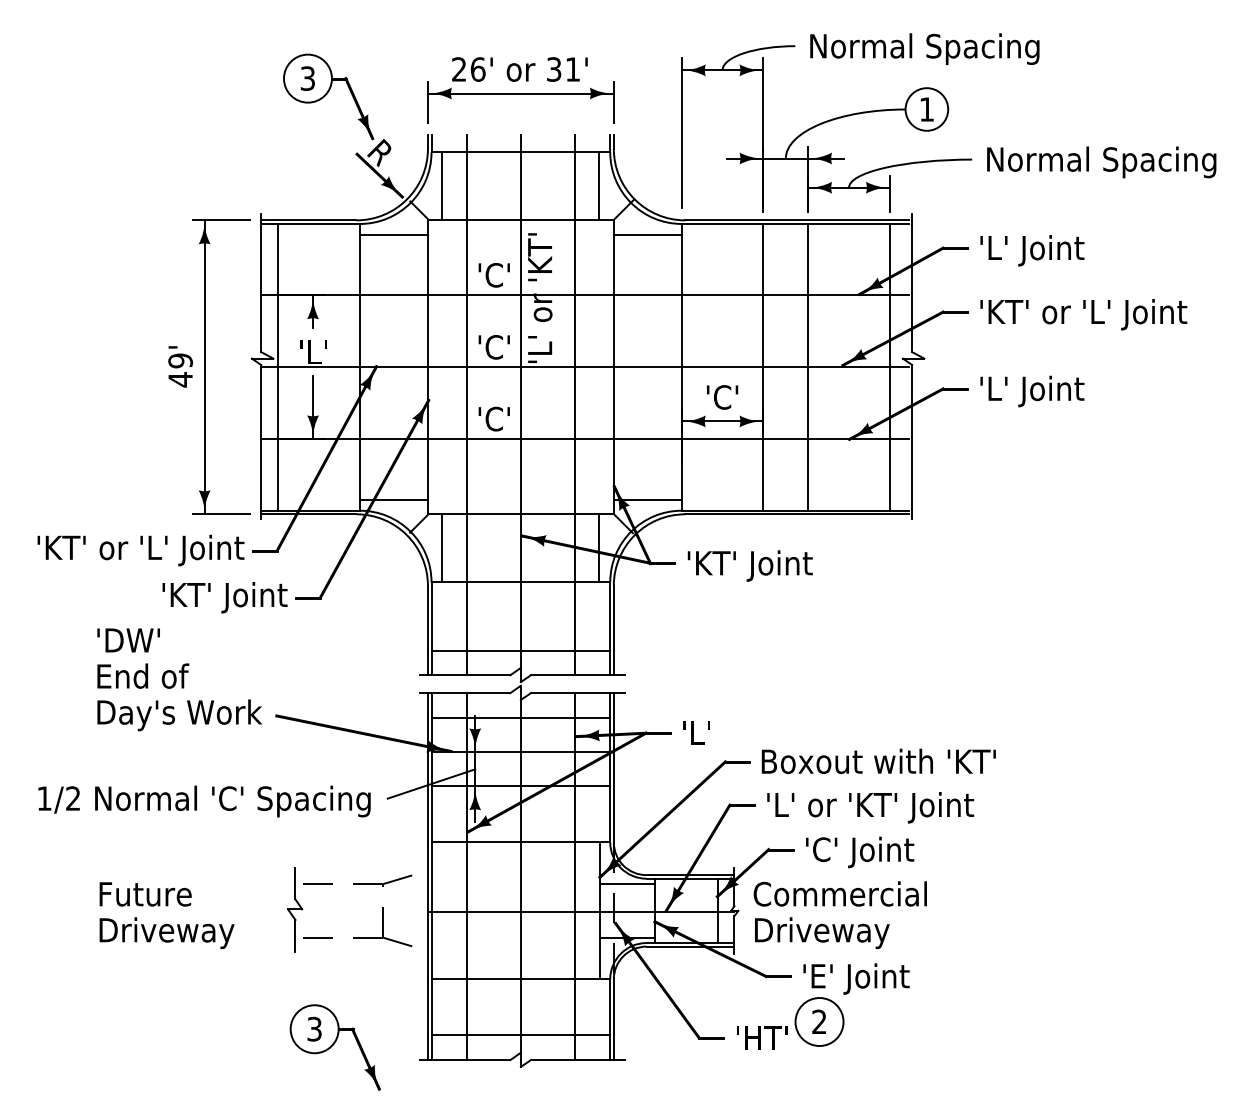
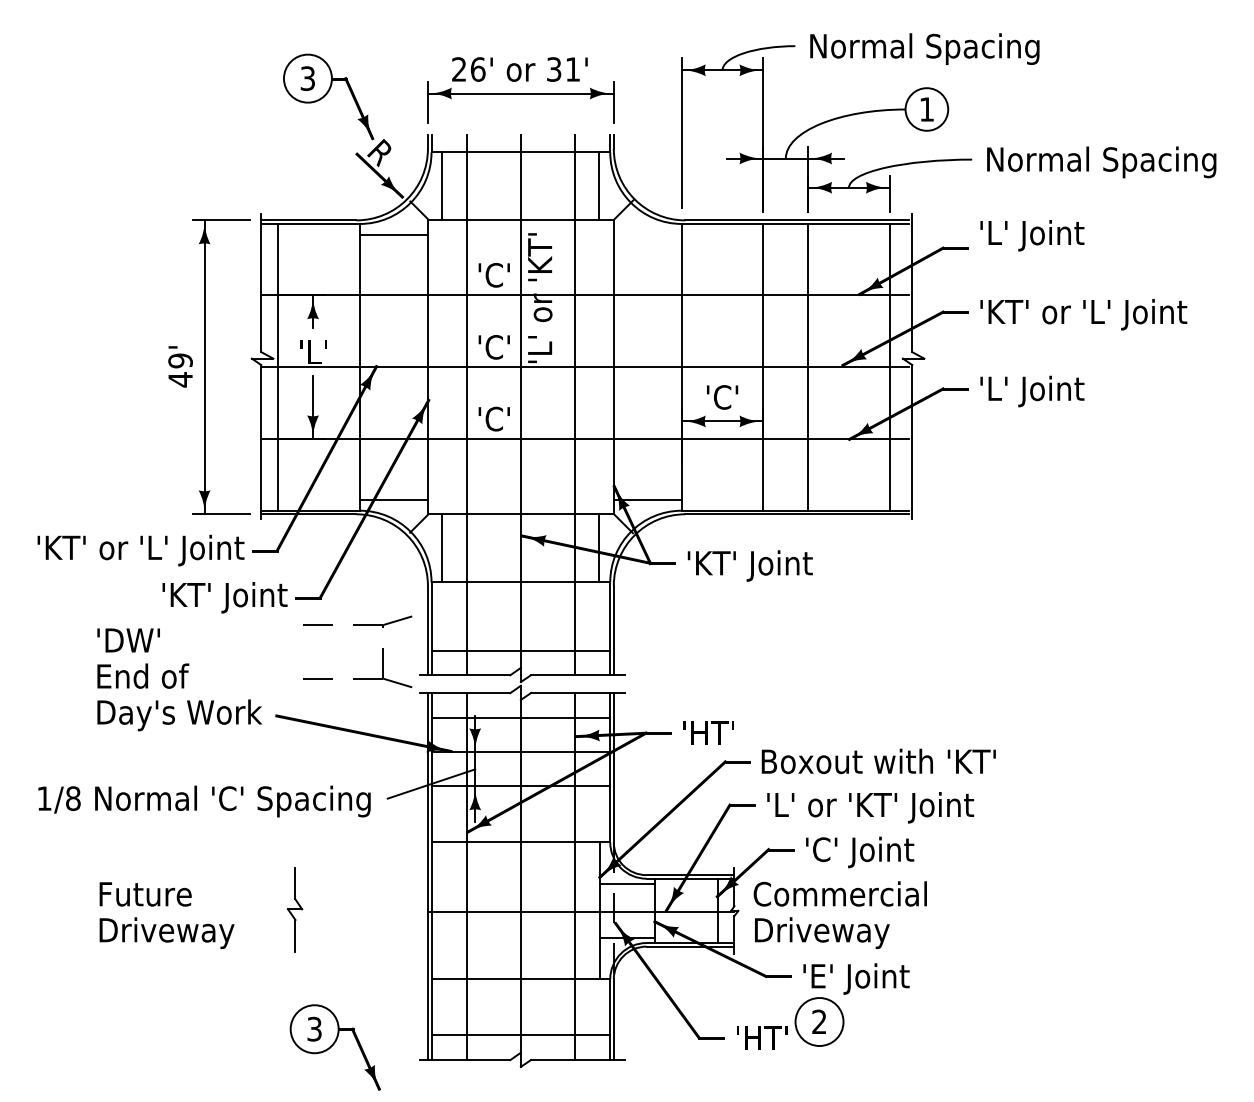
line at (647, 234): present -> none
text at (1032, 250) position: (1032, 250) -> (1032, 235)
text at (713, 732): 'L' -> 'HT'
text at (73, 798): 1/2 -> 1/8
part at (382, 910) position: (382, 910) -> (382, 651)
